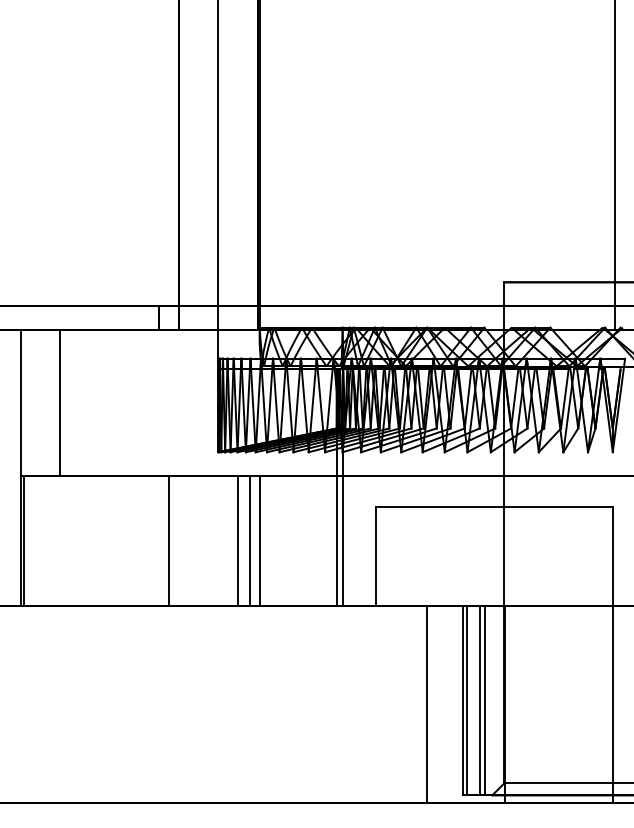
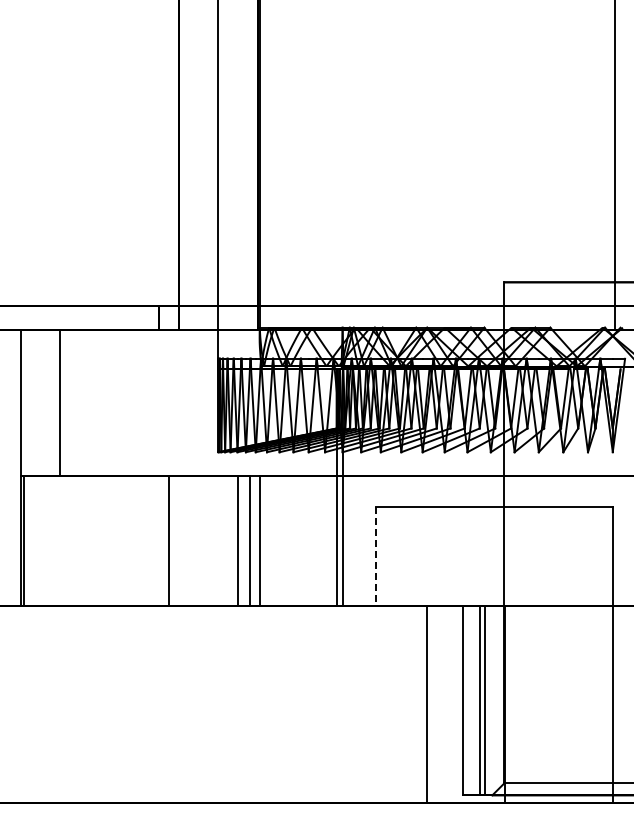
line at (376, 557): solid -> dashed
line at (467, 700): present -> none
